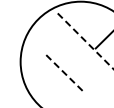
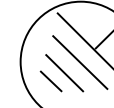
line at (85, 41): dashed -> solid
line at (80, 62): none -> present
line at (64, 73): dashed -> solid
line at (50, 81): none -> present
